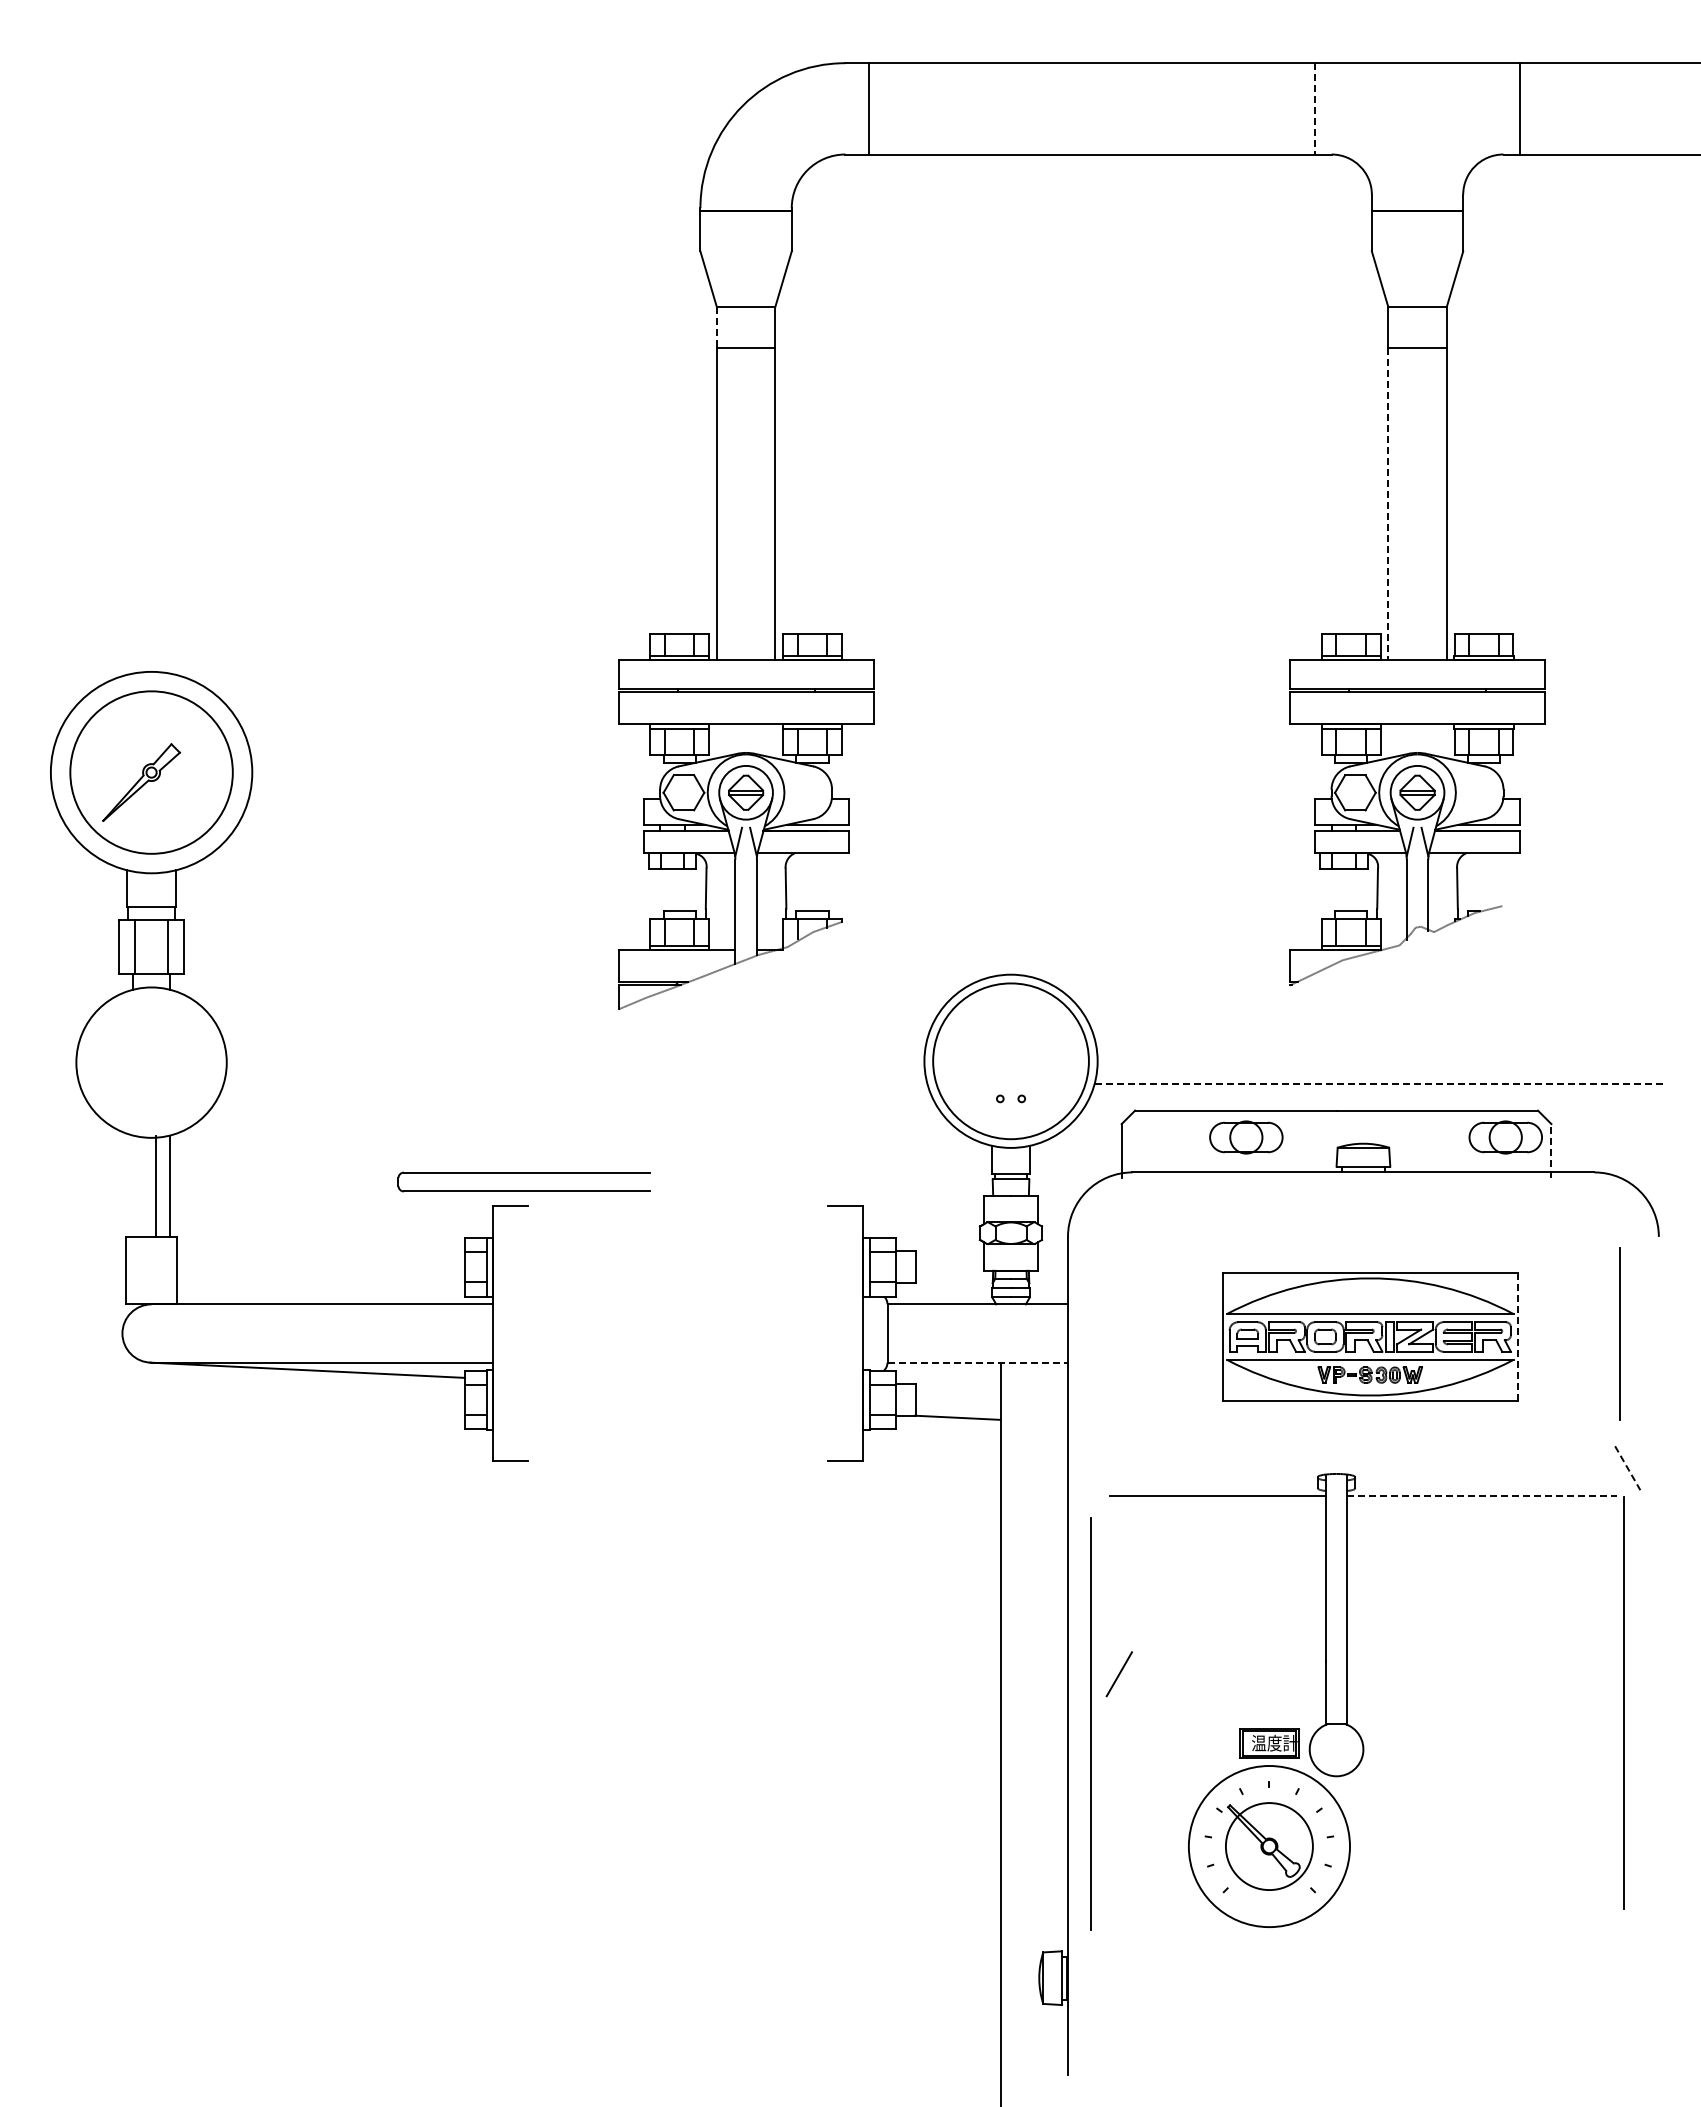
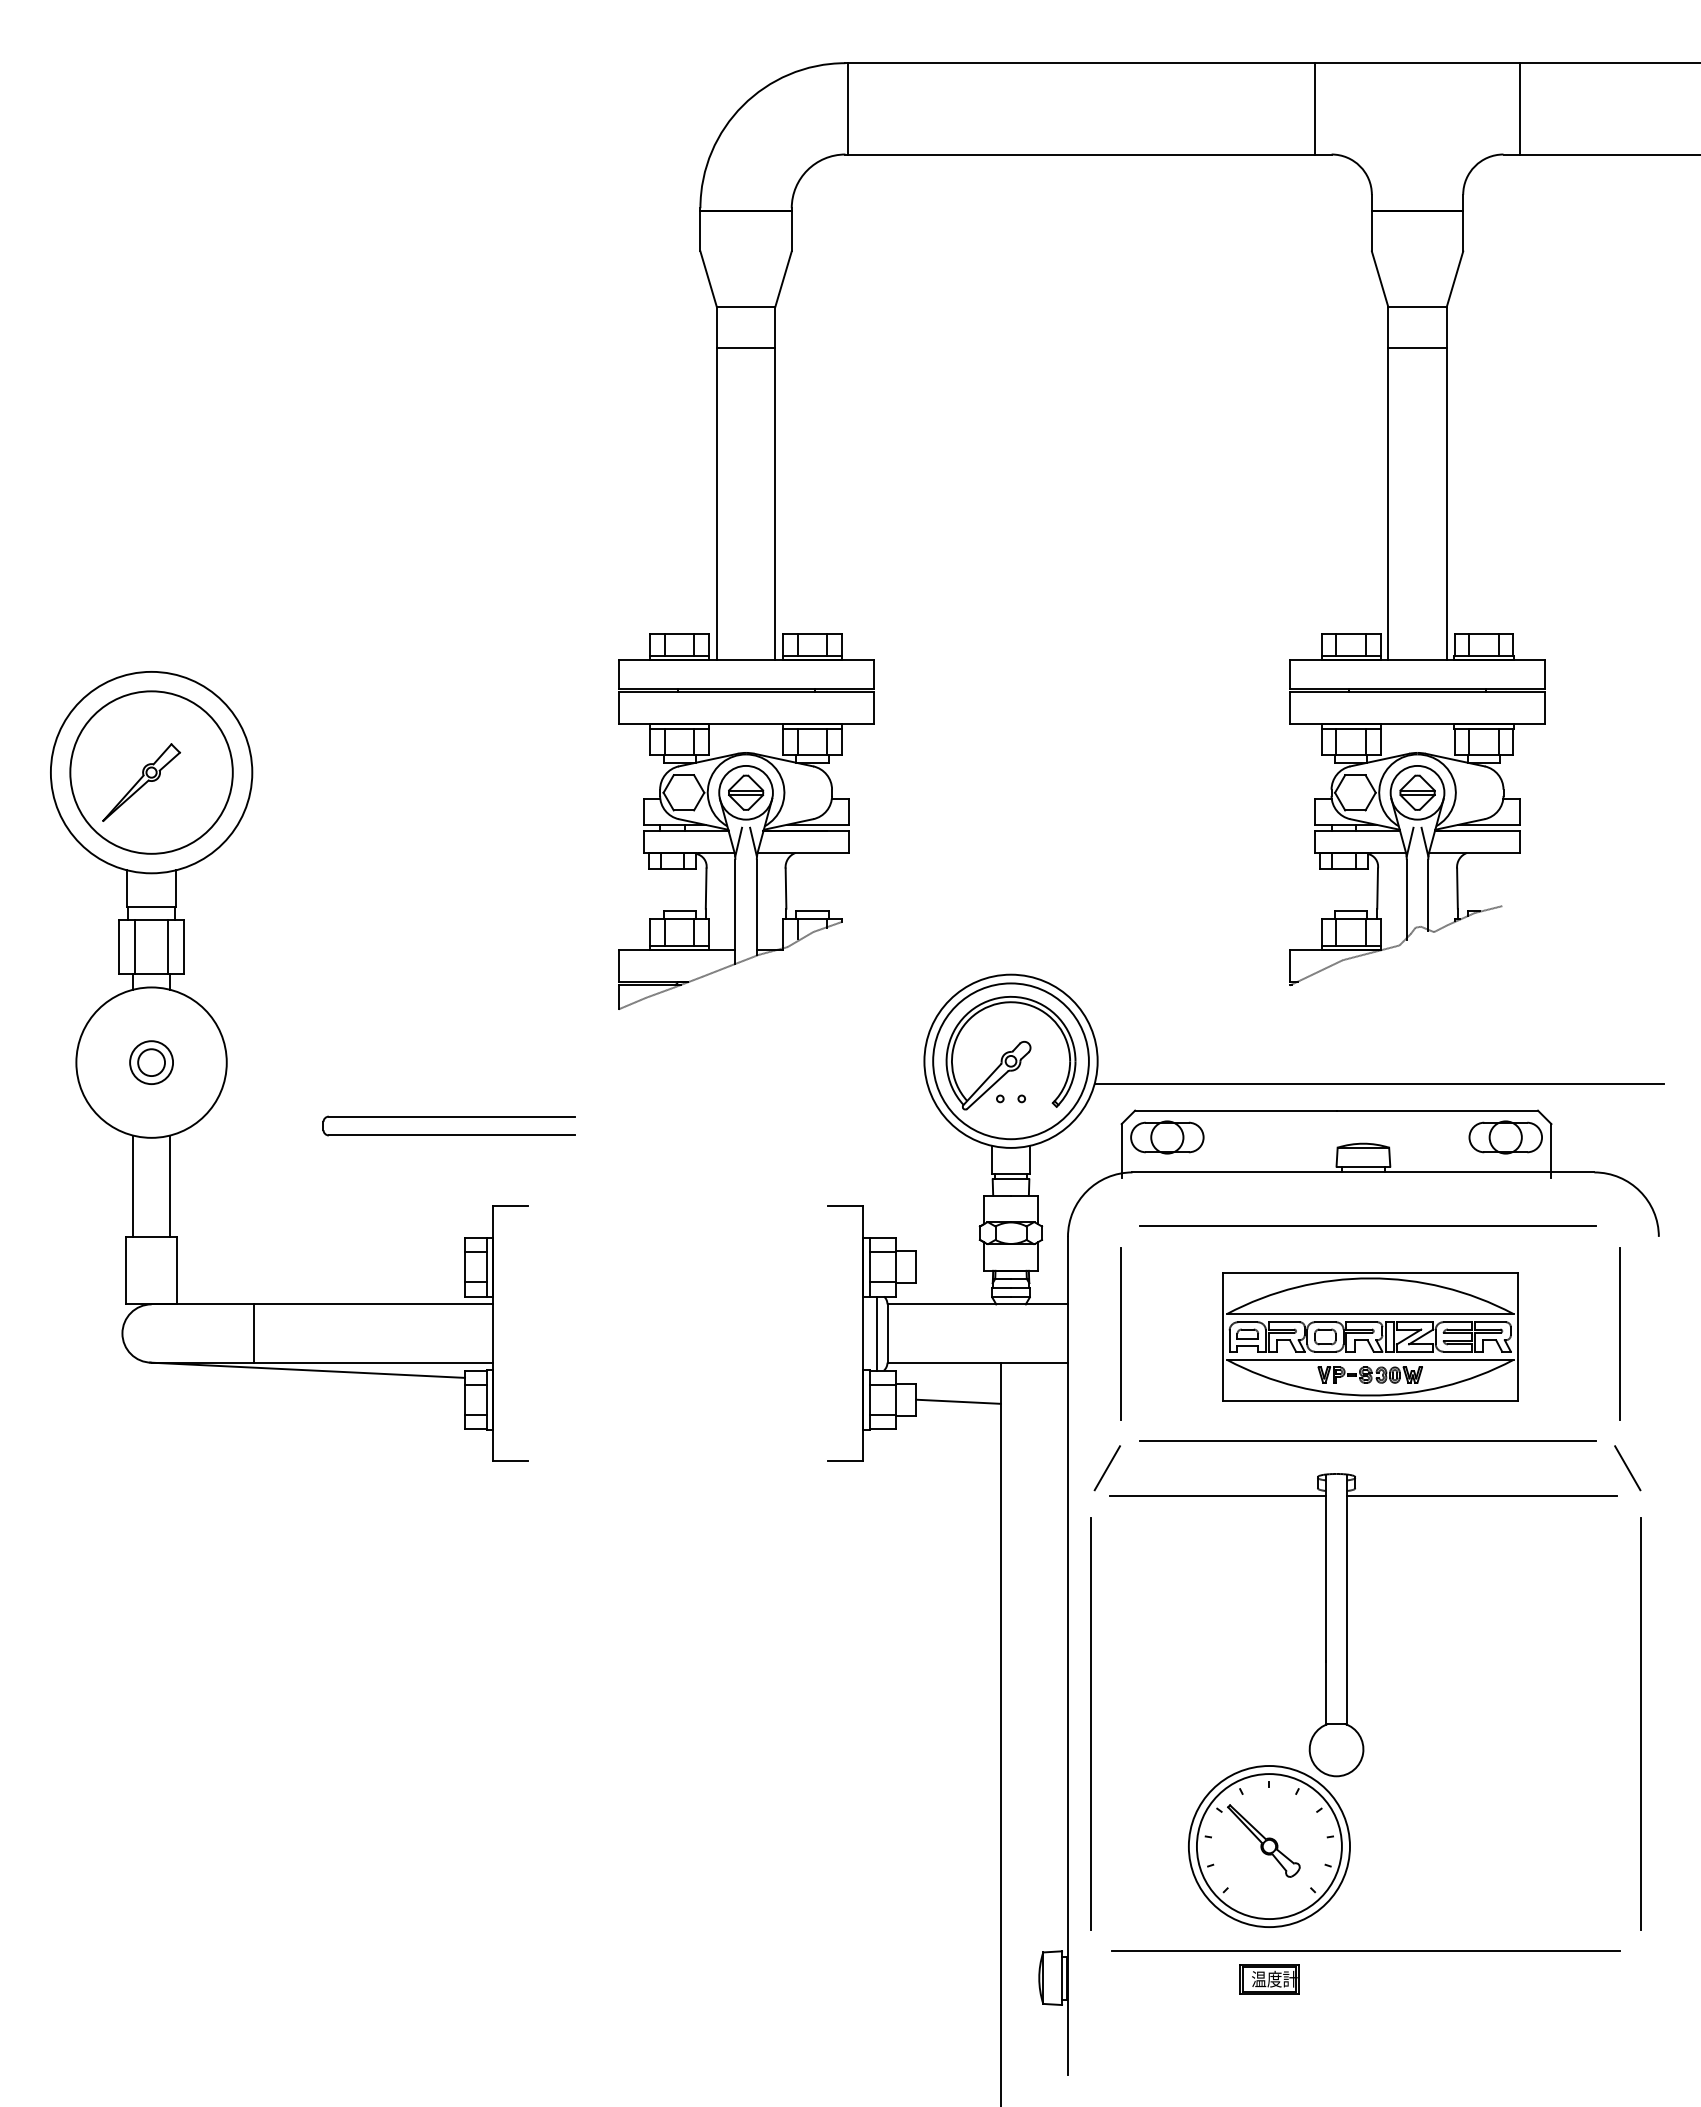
line at (869, 108) position: (869, 108) -> (848, 108)
line at (1315, 108): dashed -> solid
line at (716, 327): dashed -> solid
line at (1388, 504): dashed -> solid
part at (1010, 1053): none -> present
part at (151, 1062): none -> present
line at (1379, 1083): dashed -> solid
part at (1246, 1137) position: (1246, 1137) -> (1167, 1137)
line at (1551, 1150): dashed -> solid
part at (523, 1173) position: (523, 1173) -> (448, 1117)
line at (156, 1186) position: (156, 1186) -> (133, 1186)
line at (1367, 1226): none -> present
line at (253, 1333): none -> present
line at (876, 1333): none -> present
line at (1120, 1333): none -> present
line at (1518, 1336): dashed -> solid
line at (978, 1362): dashed -> solid
line at (957, 1417) position: (957, 1417) -> (958, 1401)
line at (1367, 1440): none -> present
line at (1628, 1468): dashed -> solid
line at (1482, 1496): dashed -> solid
line at (1118, 1674) position: (1118, 1674) -> (1106, 1468)
line at (1623, 1702) position: (1623, 1702) -> (1640, 1723)
part at (1269, 1743) position: (1269, 1743) -> (1269, 1979)
circle at (1268, 1846) diameter: 87 px -> 145 px
line at (1365, 1950): none -> present
